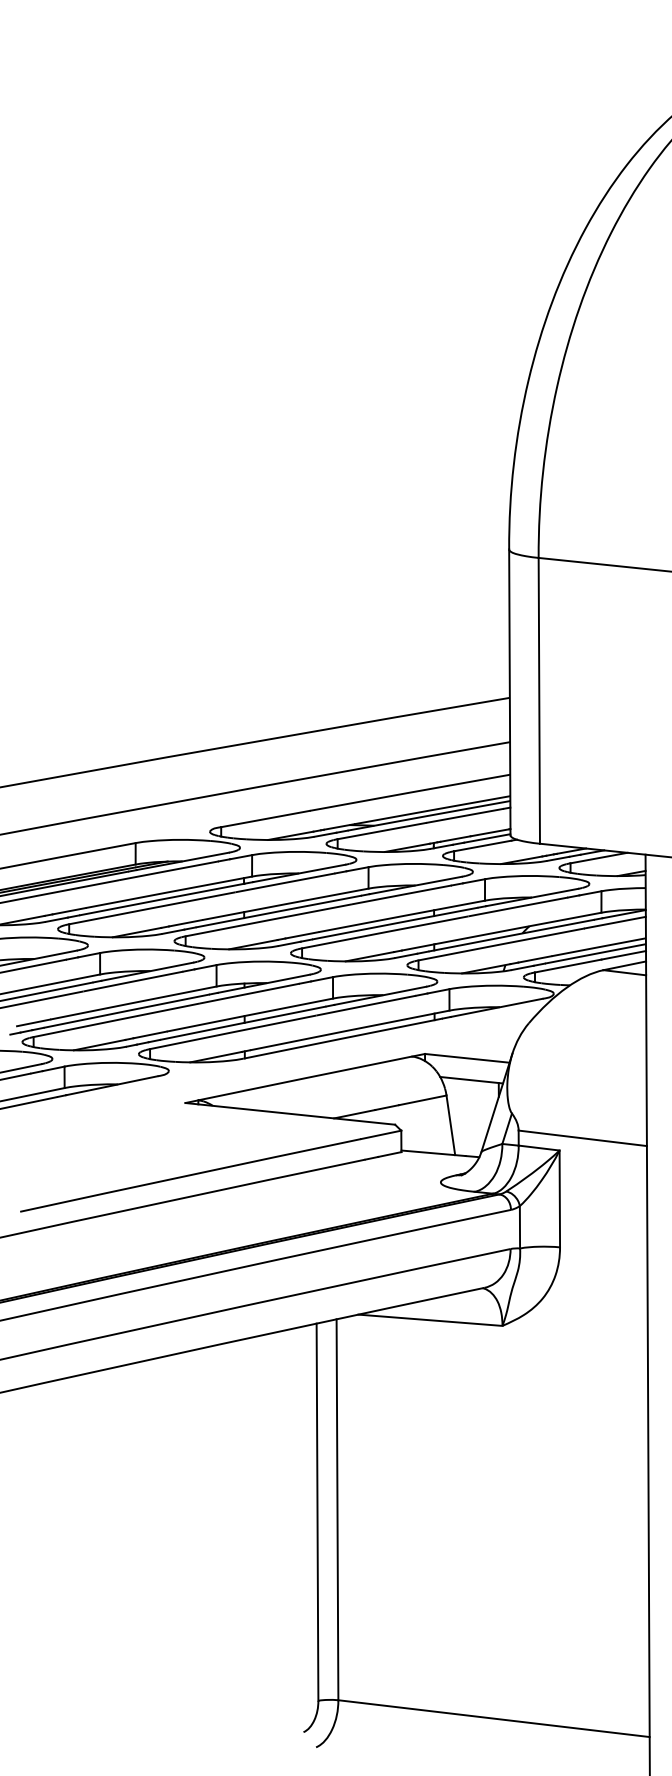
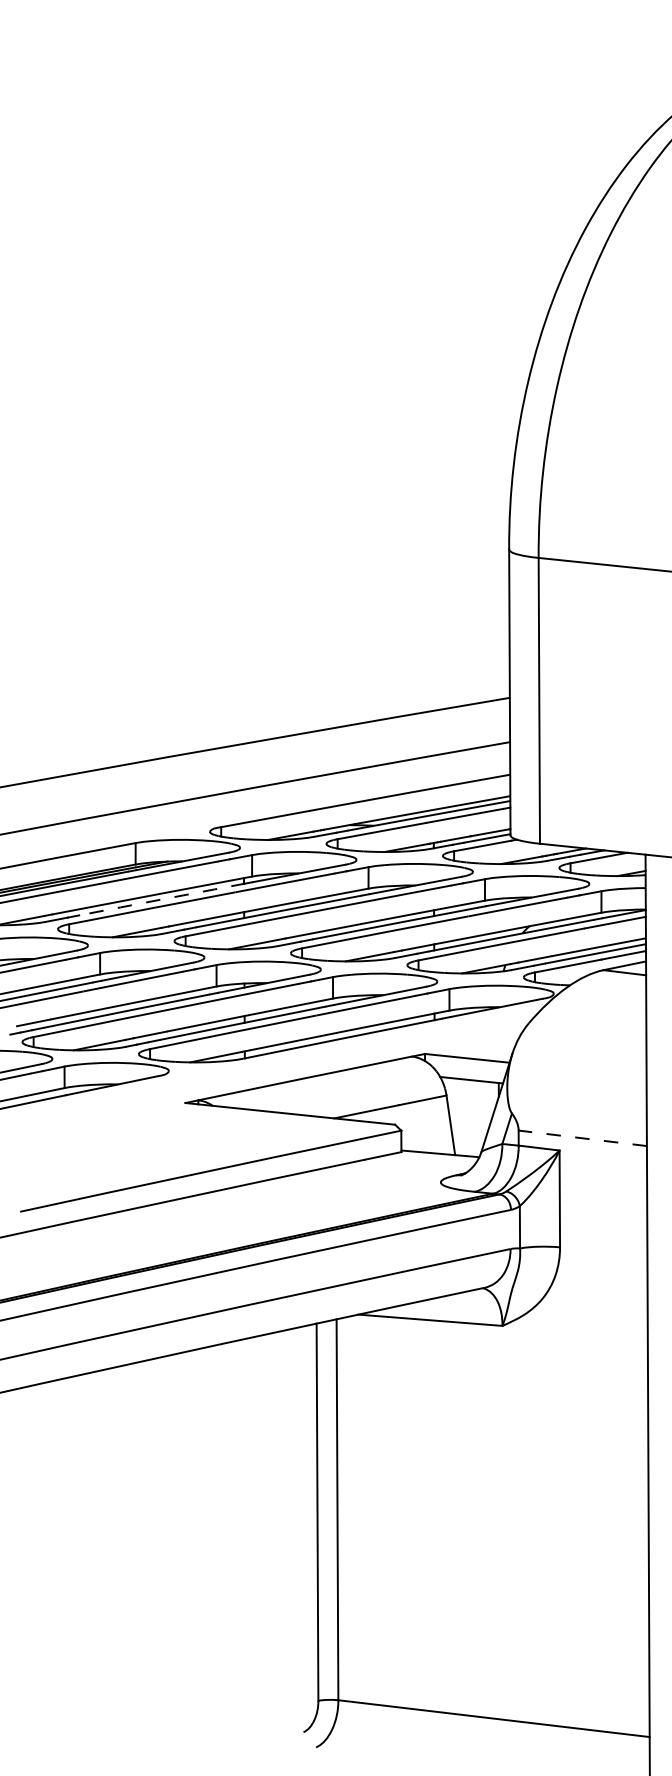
arc at (162, 899): solid -> dashed
line at (582, 1138): solid -> dashed
